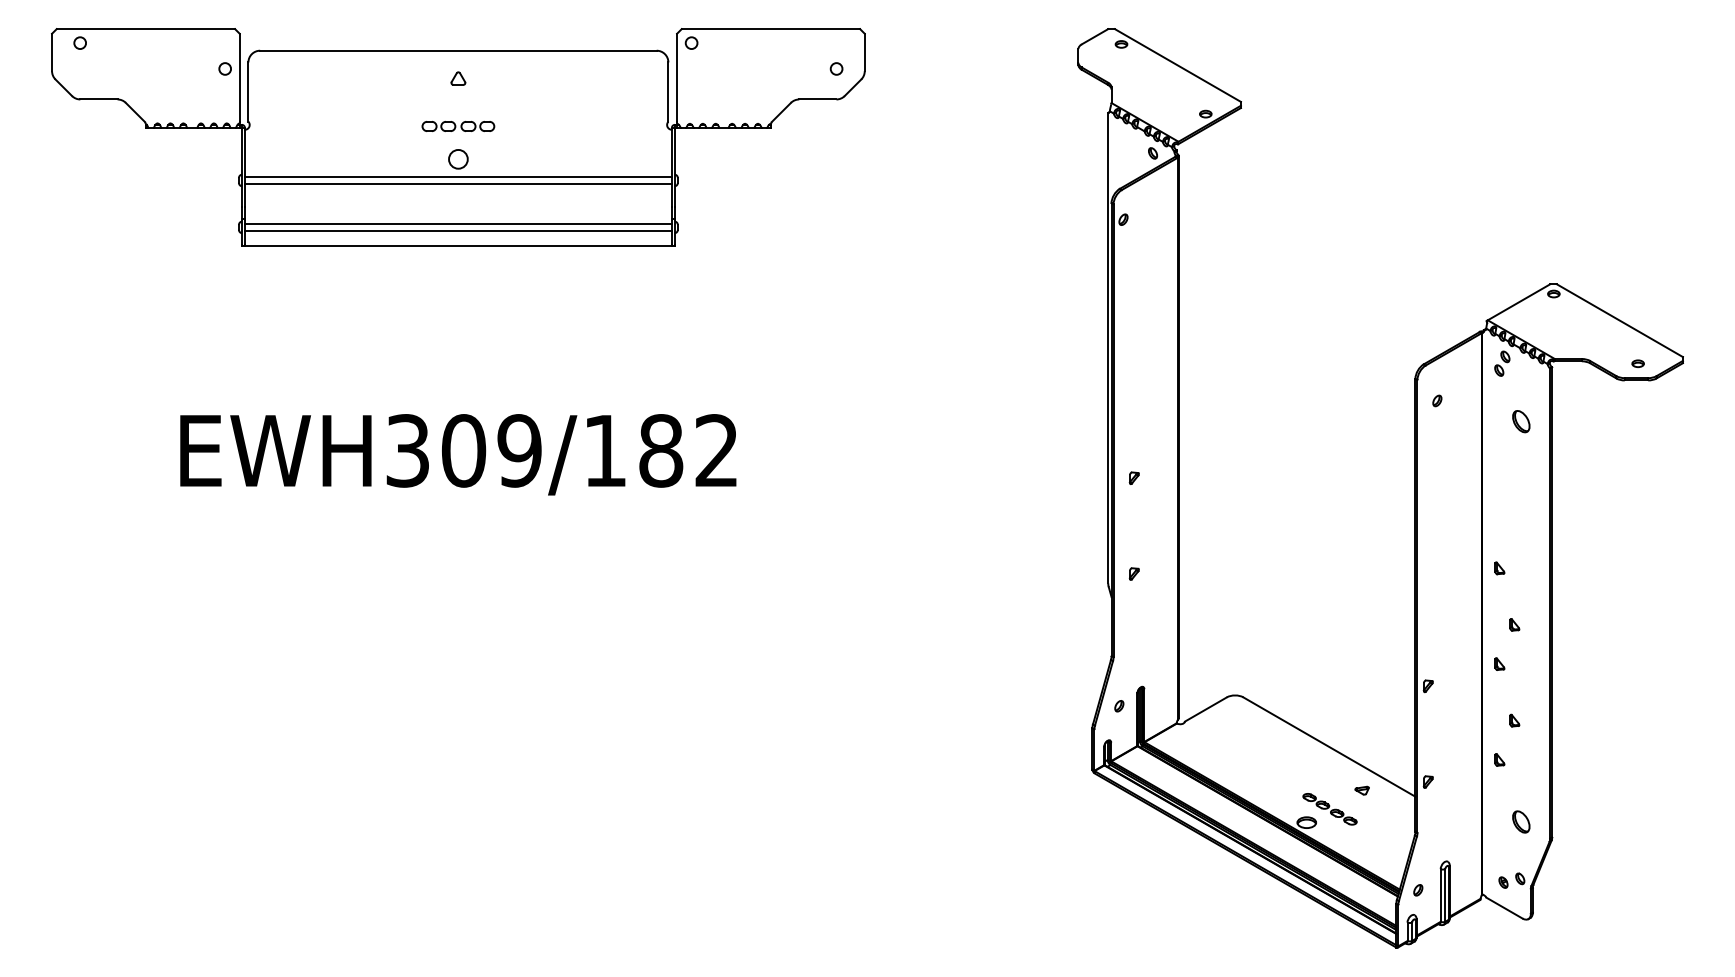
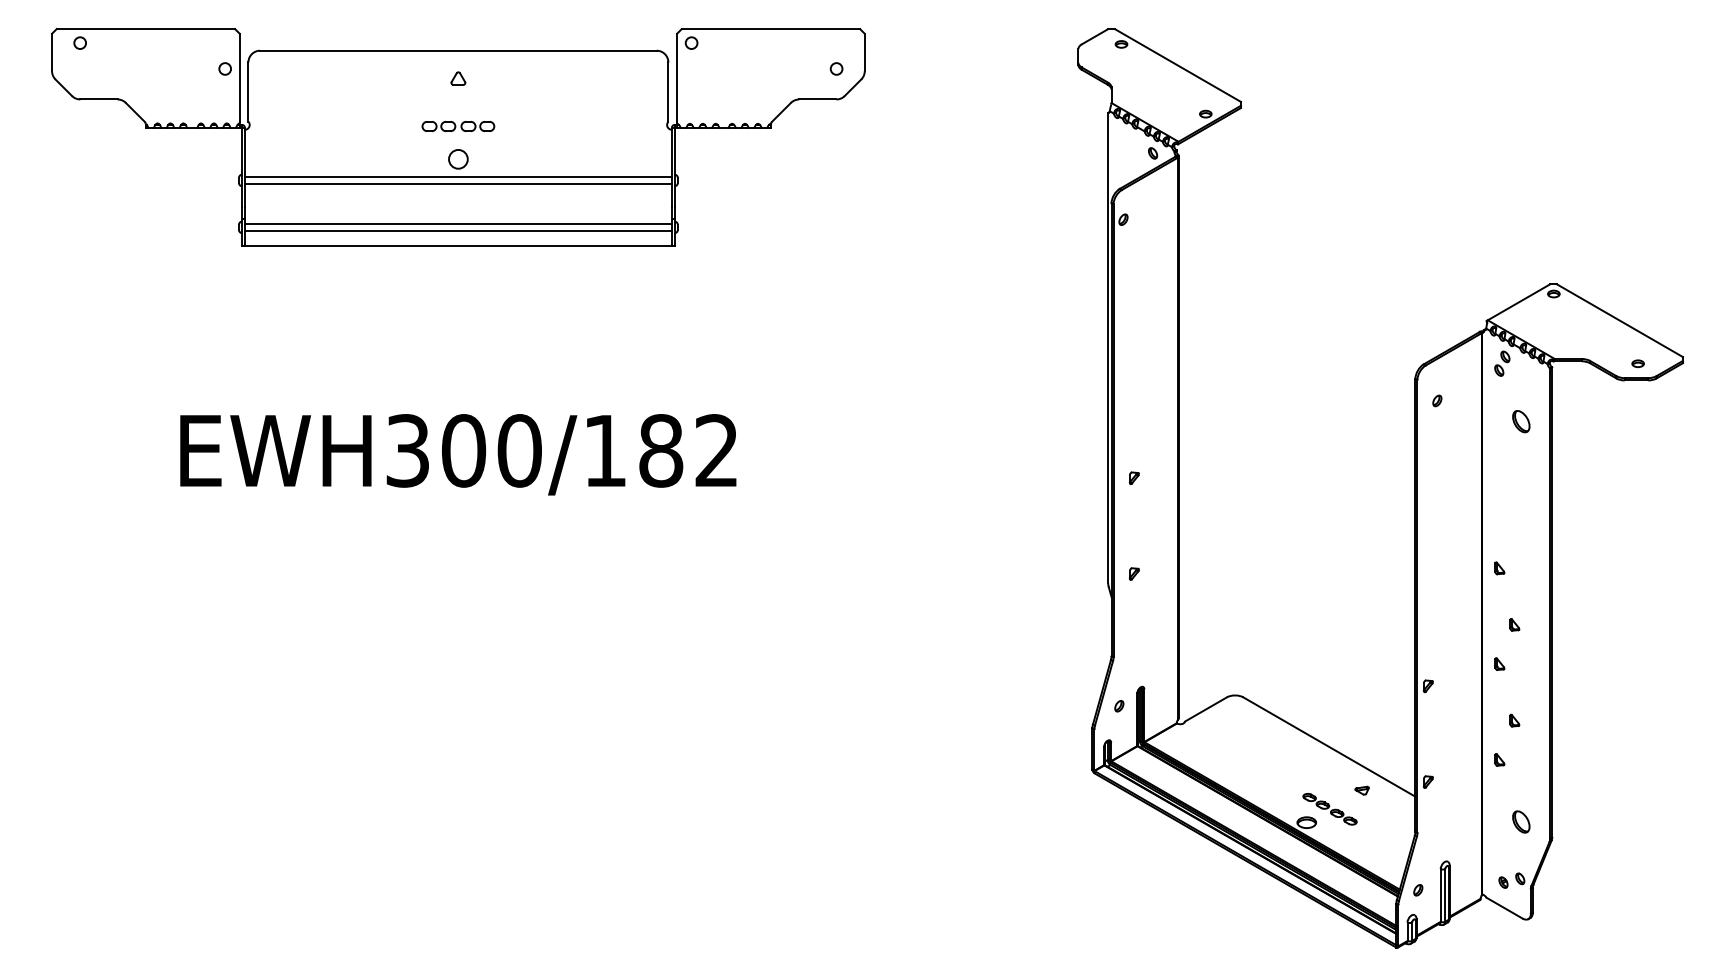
text at (519, 450): EWH309/182 -> EWH300/182
